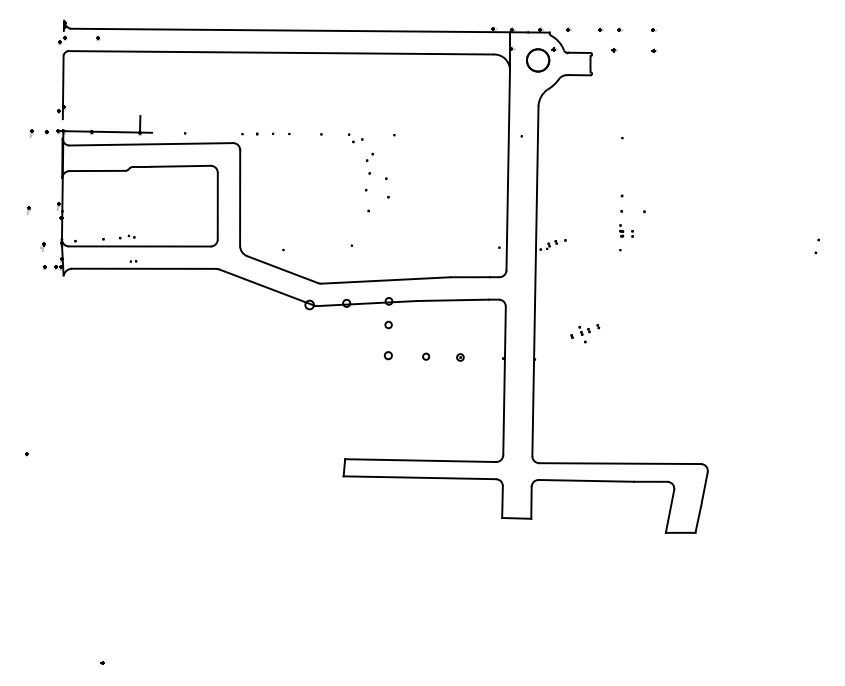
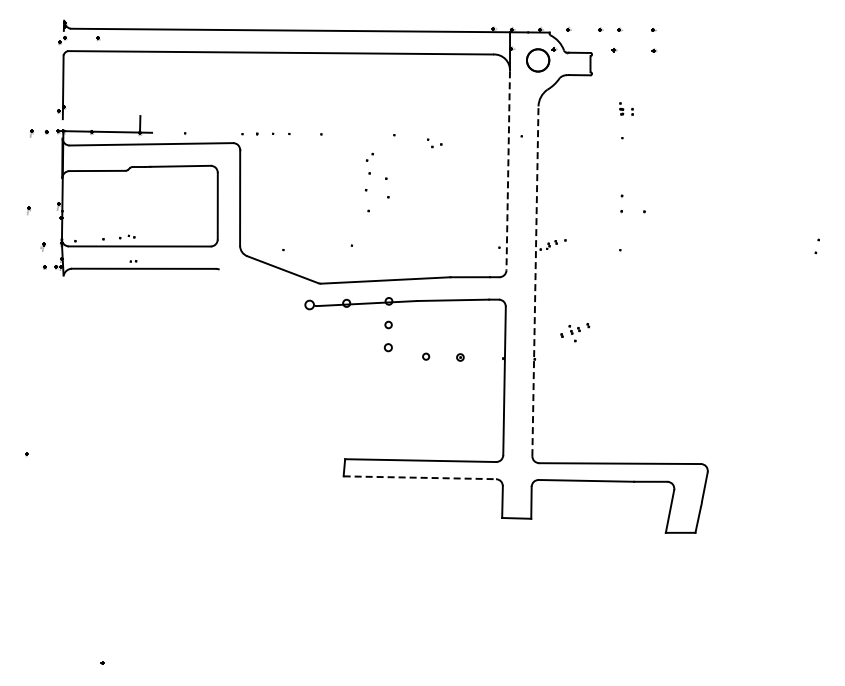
part at (355, 138) position: (355, 138) -> (434, 143)
line at (508, 170): solid -> dashed
part at (626, 230) position: (626, 230) -> (626, 108)
line at (535, 281): solid -> dashed
line at (266, 287): present -> none
part at (585, 333) position: (585, 333) -> (575, 332)
circle at (387, 355) position: (387, 355) -> (387, 347)
line at (420, 477): solid -> dashed
